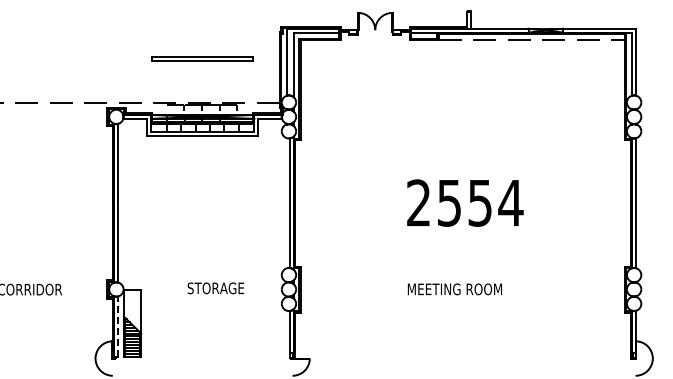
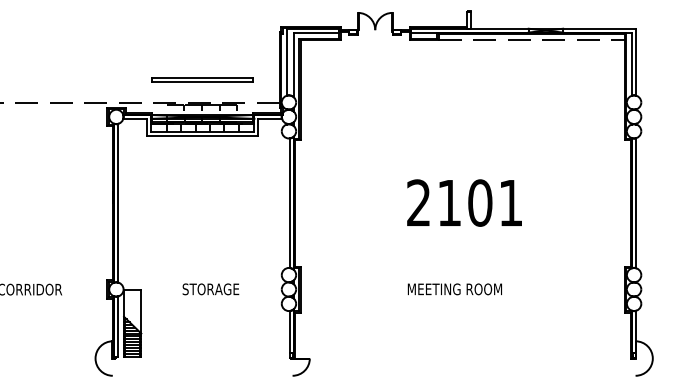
part at (202, 58) position: (202, 58) -> (202, 79)
text at (480, 202): 2554 -> 2101
text at (215, 288) position: (215, 288) -> (210, 289)
line at (118, 326): dashed -> solid
